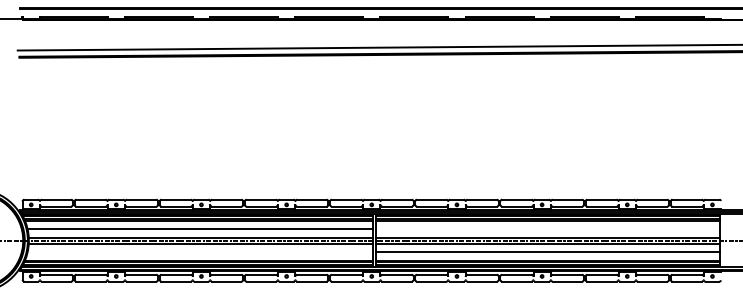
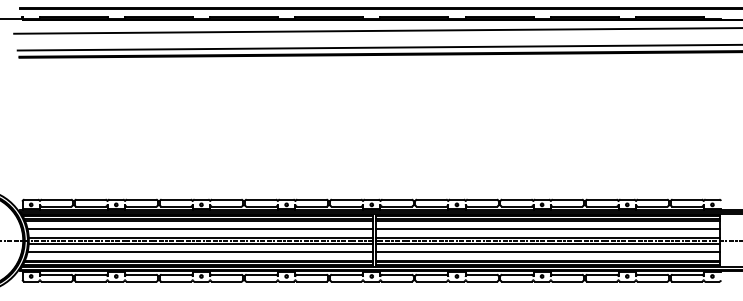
line at (376, 30): none -> present
line at (548, 228): none -> present
line at (200, 252): none -> present
